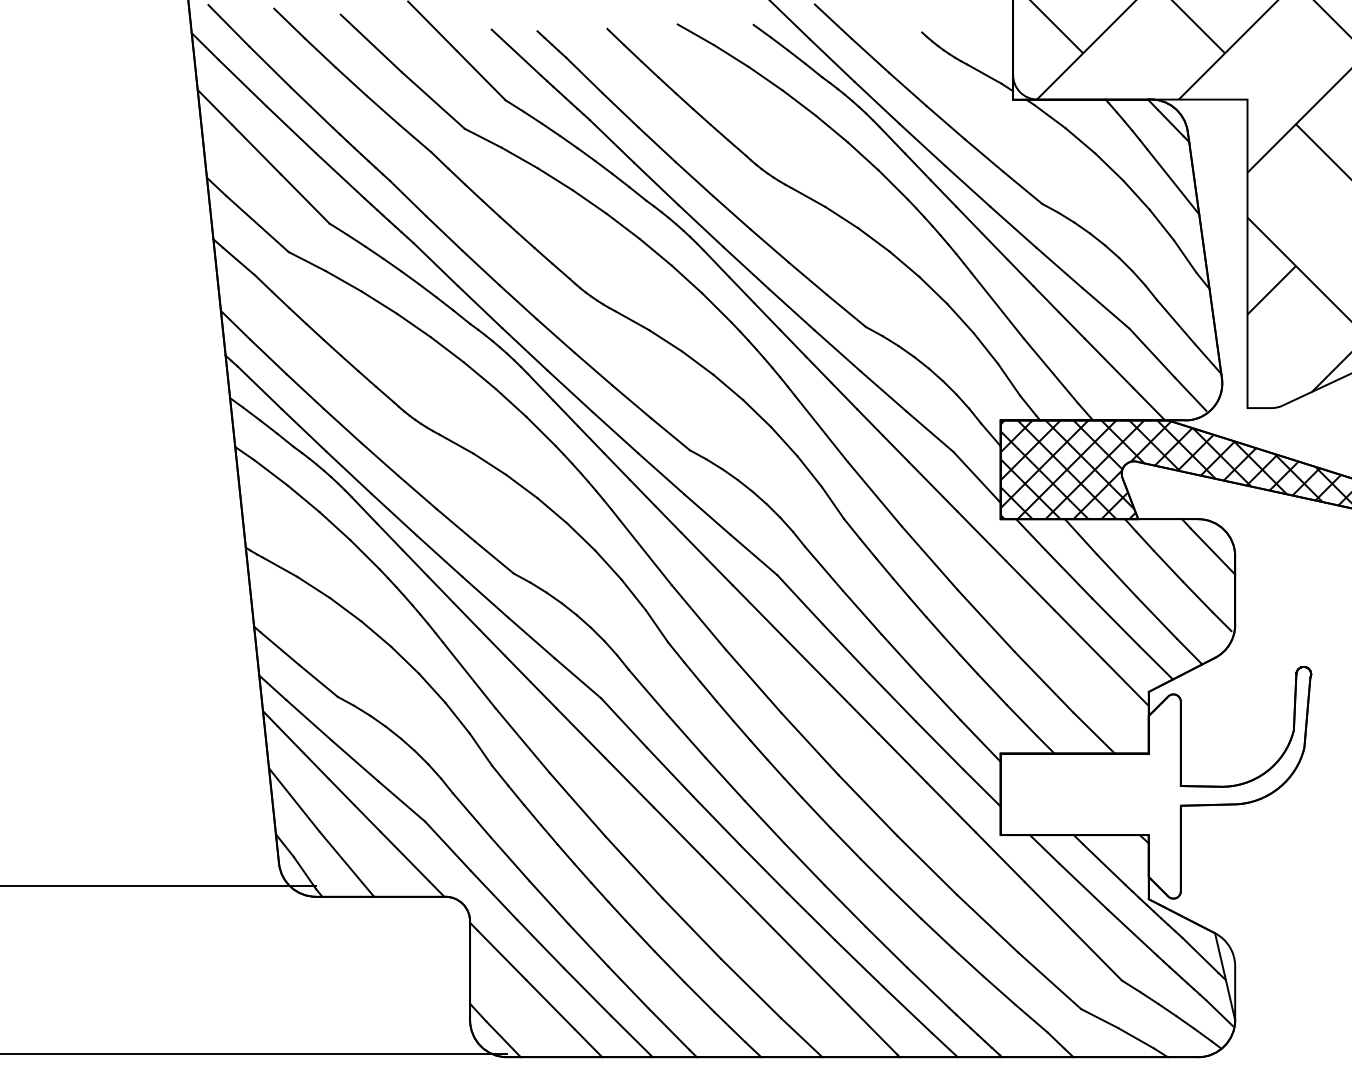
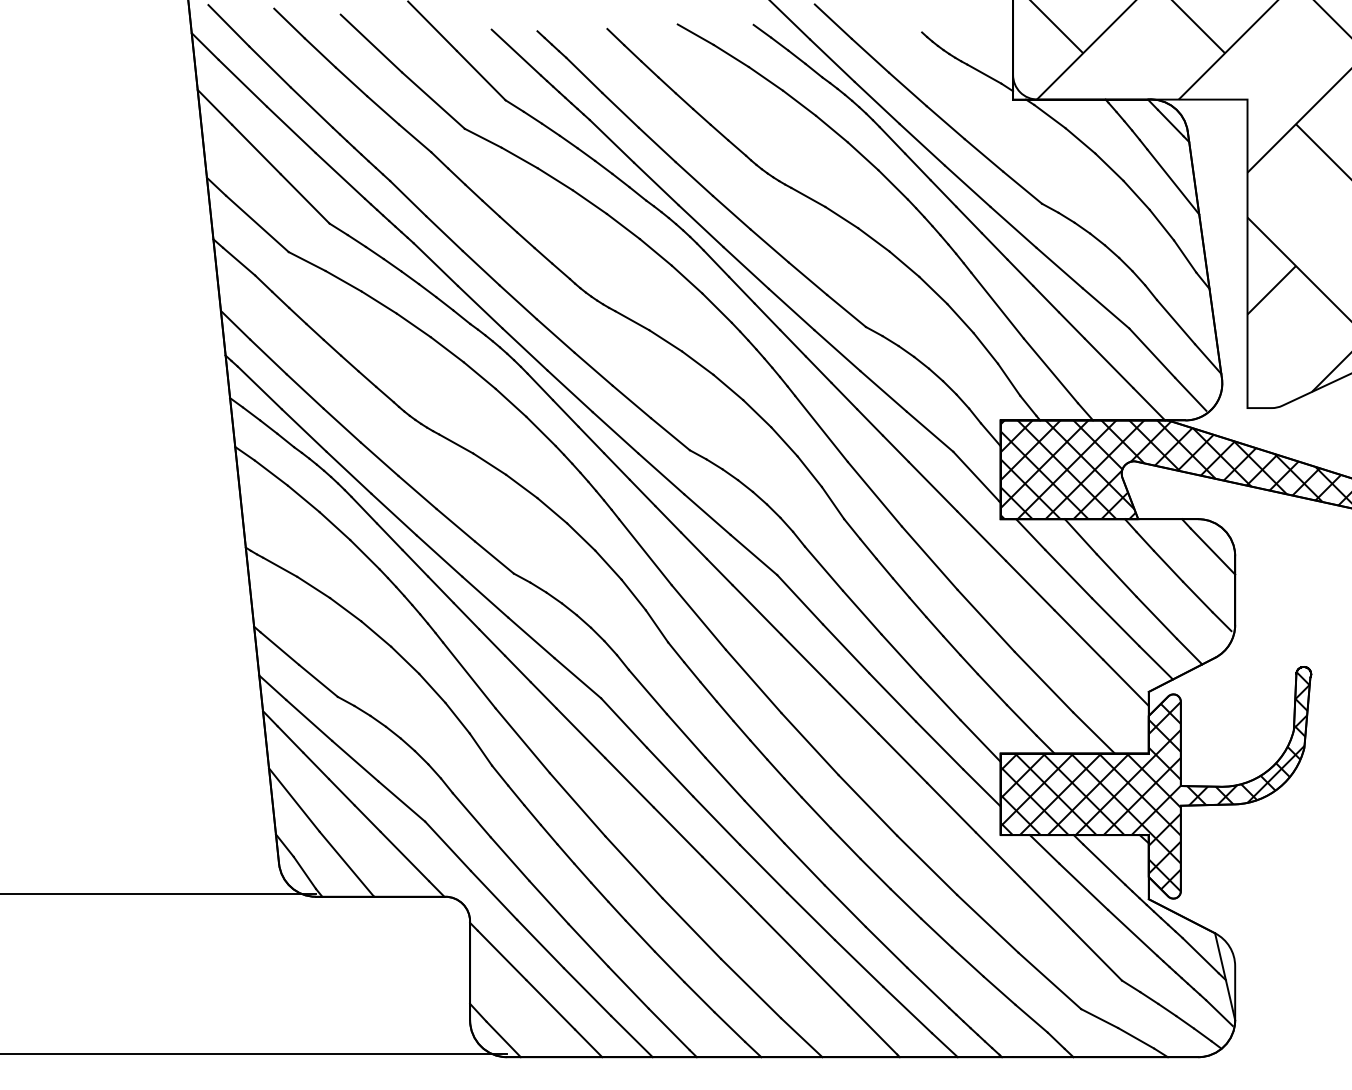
hatch at (1154, 781): none -> present
line at (158, 885) position: (158, 885) -> (158, 893)
